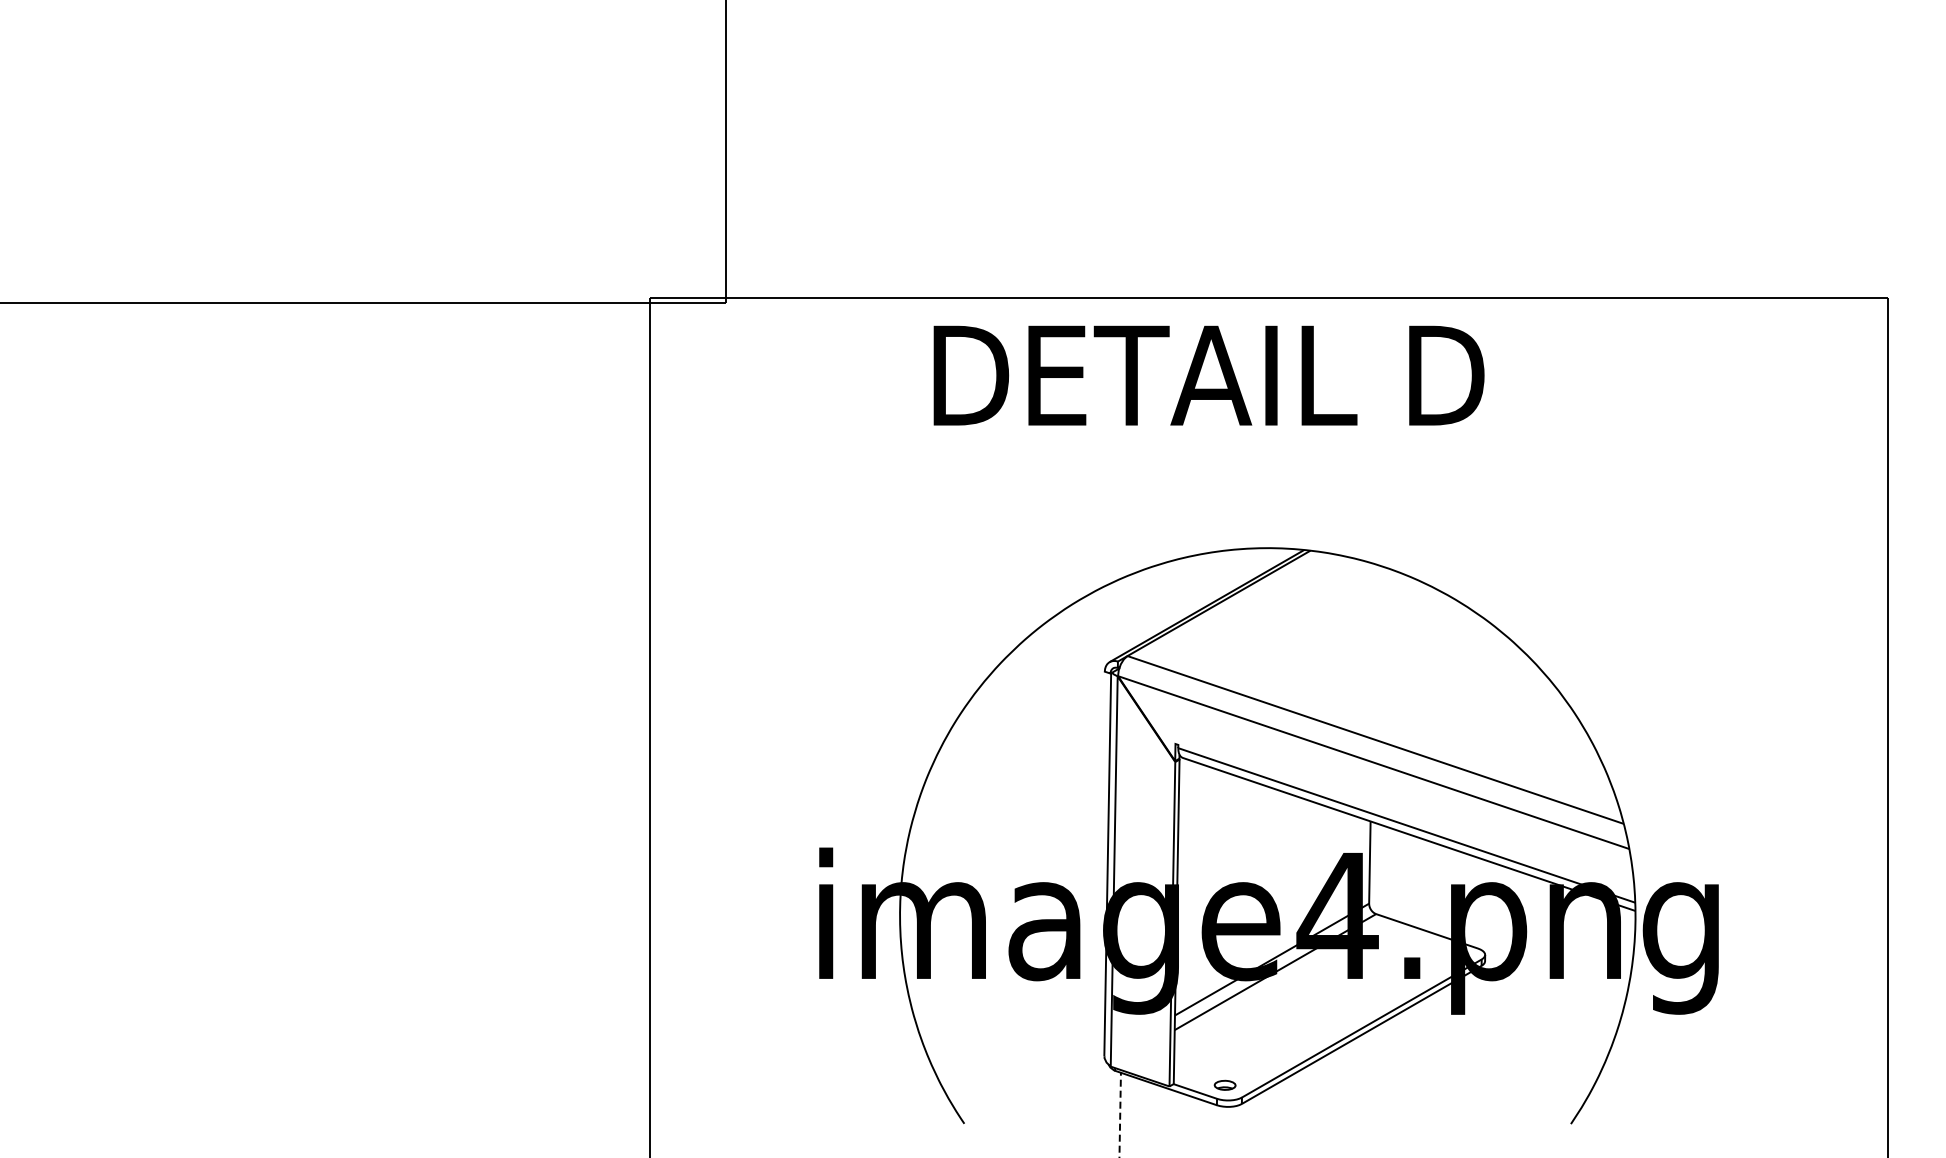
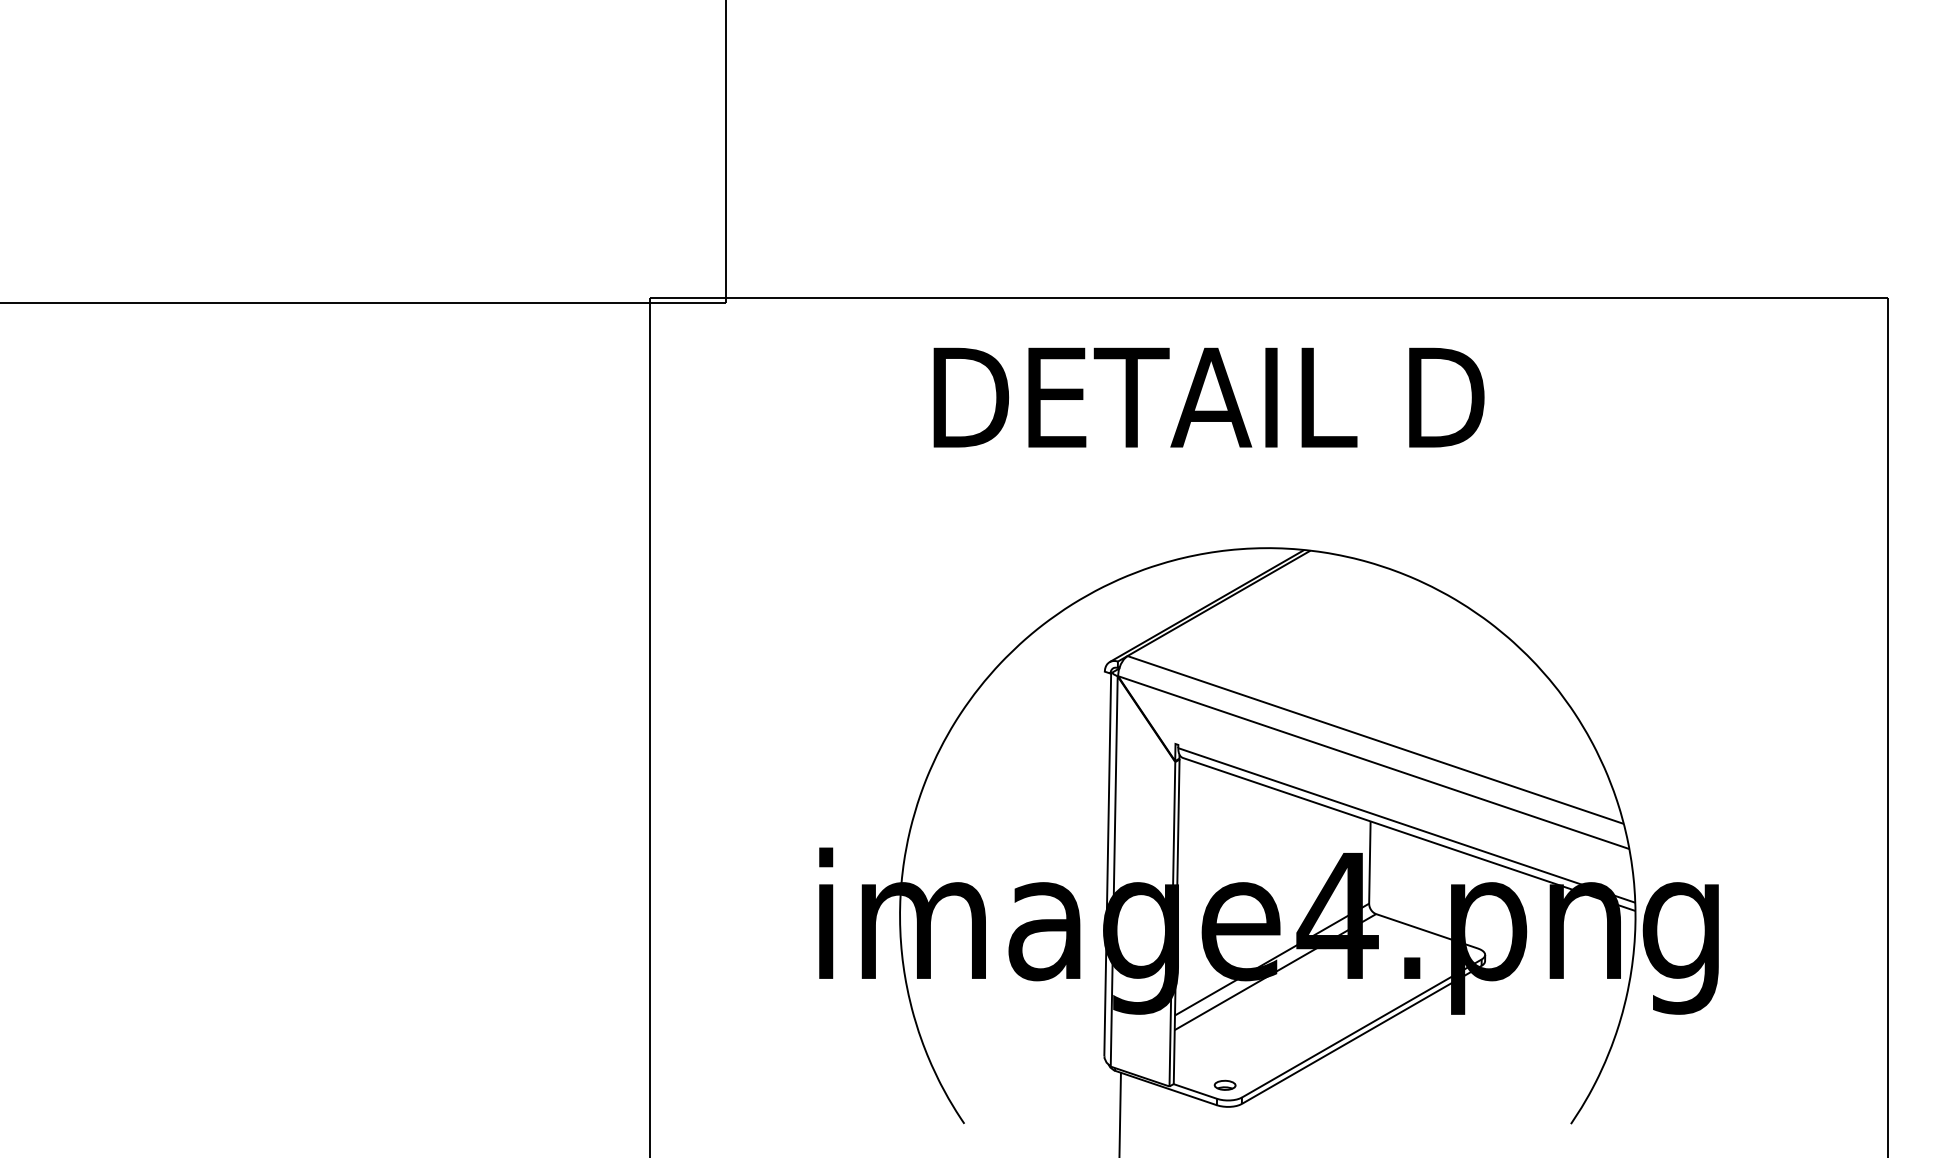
text at (1208, 375) position: (1208, 375) -> (1208, 397)
line at (1120, 1114): dashed -> solid
